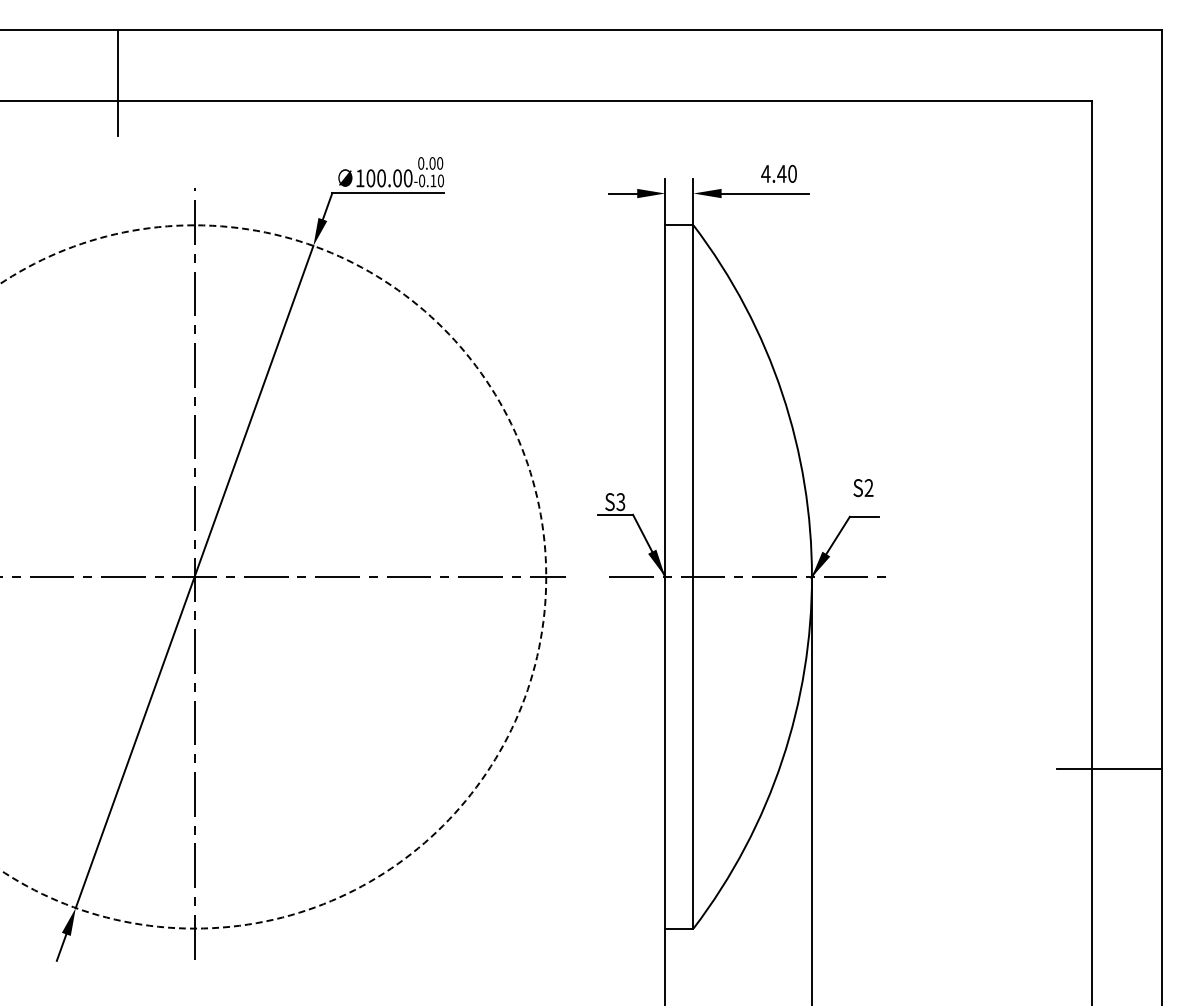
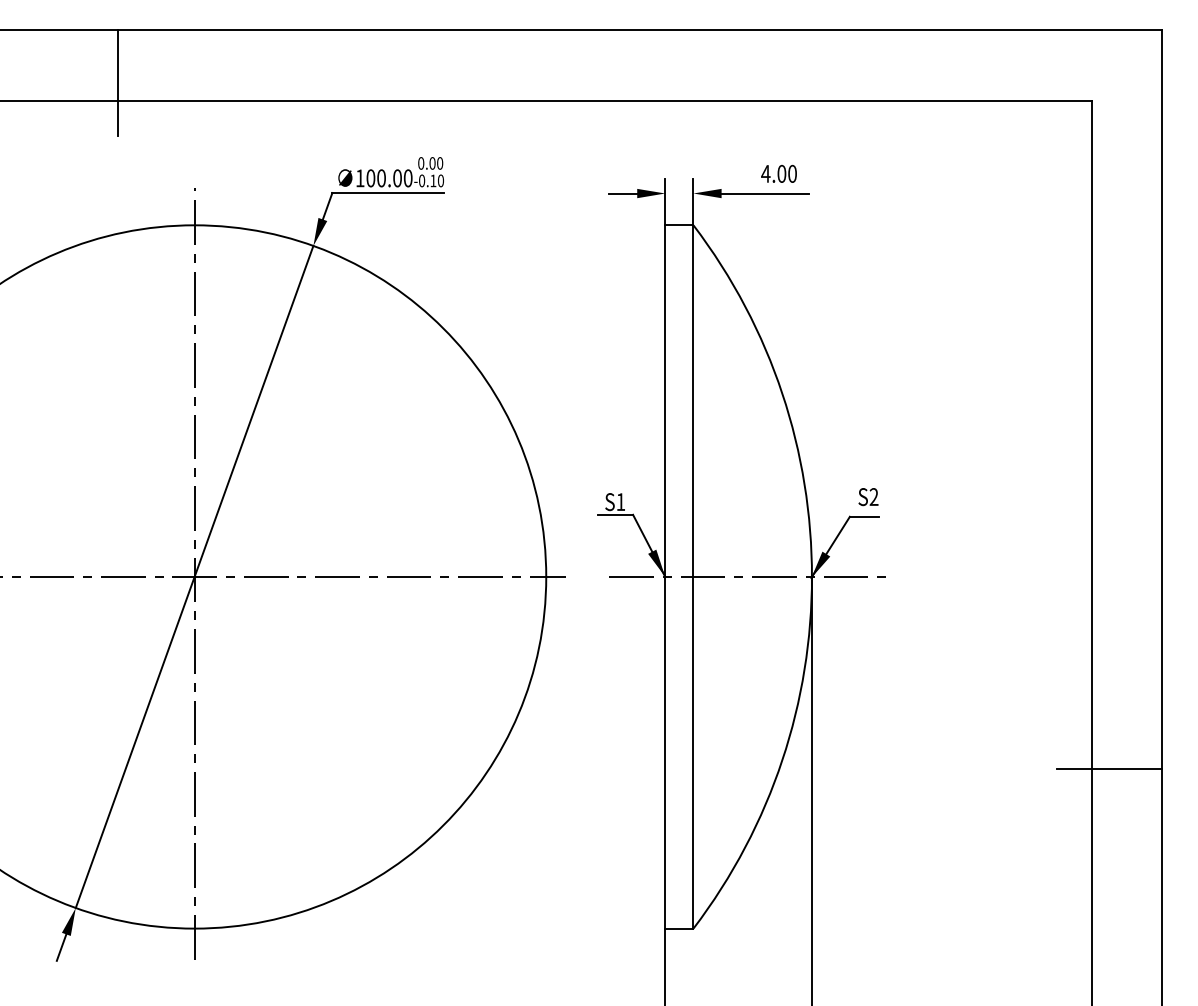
text at (781, 173): 4.40 -> 4.00
text at (863, 488) position: (863, 488) -> (868, 497)
text at (620, 502): S3 -> S1
circle at (273, 576): dashed -> solid
